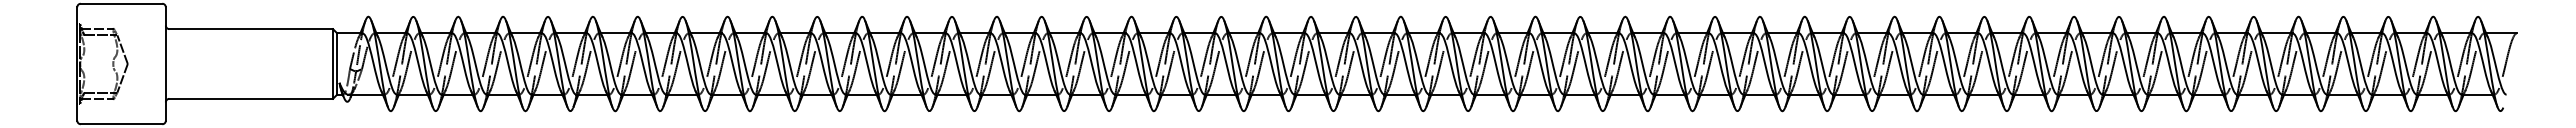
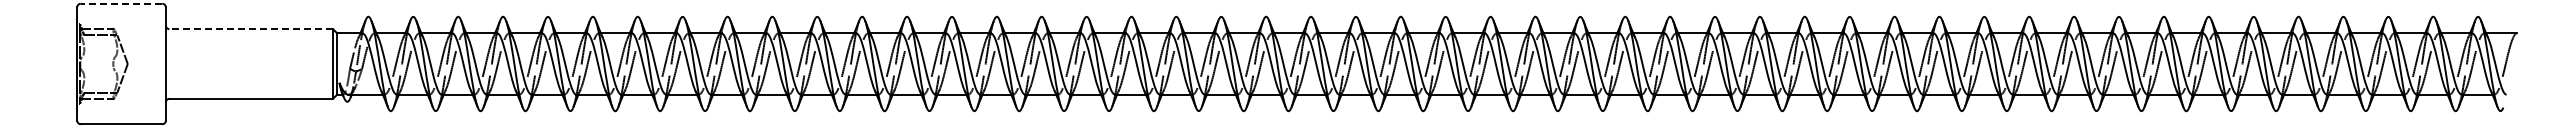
line at (121, 3): solid -> dashed
line at (251, 29): solid -> dashed
